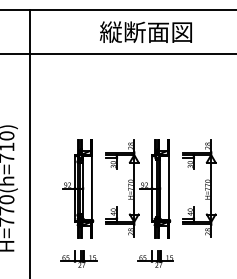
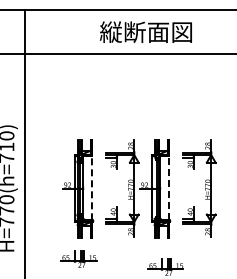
line at (30, 142) position: (30, 142) -> (25, 142)
line at (91, 188): solid -> dashed
line at (168, 188): solid -> dashed
part at (155, 258) position: (155, 258) -> (165, 266)
